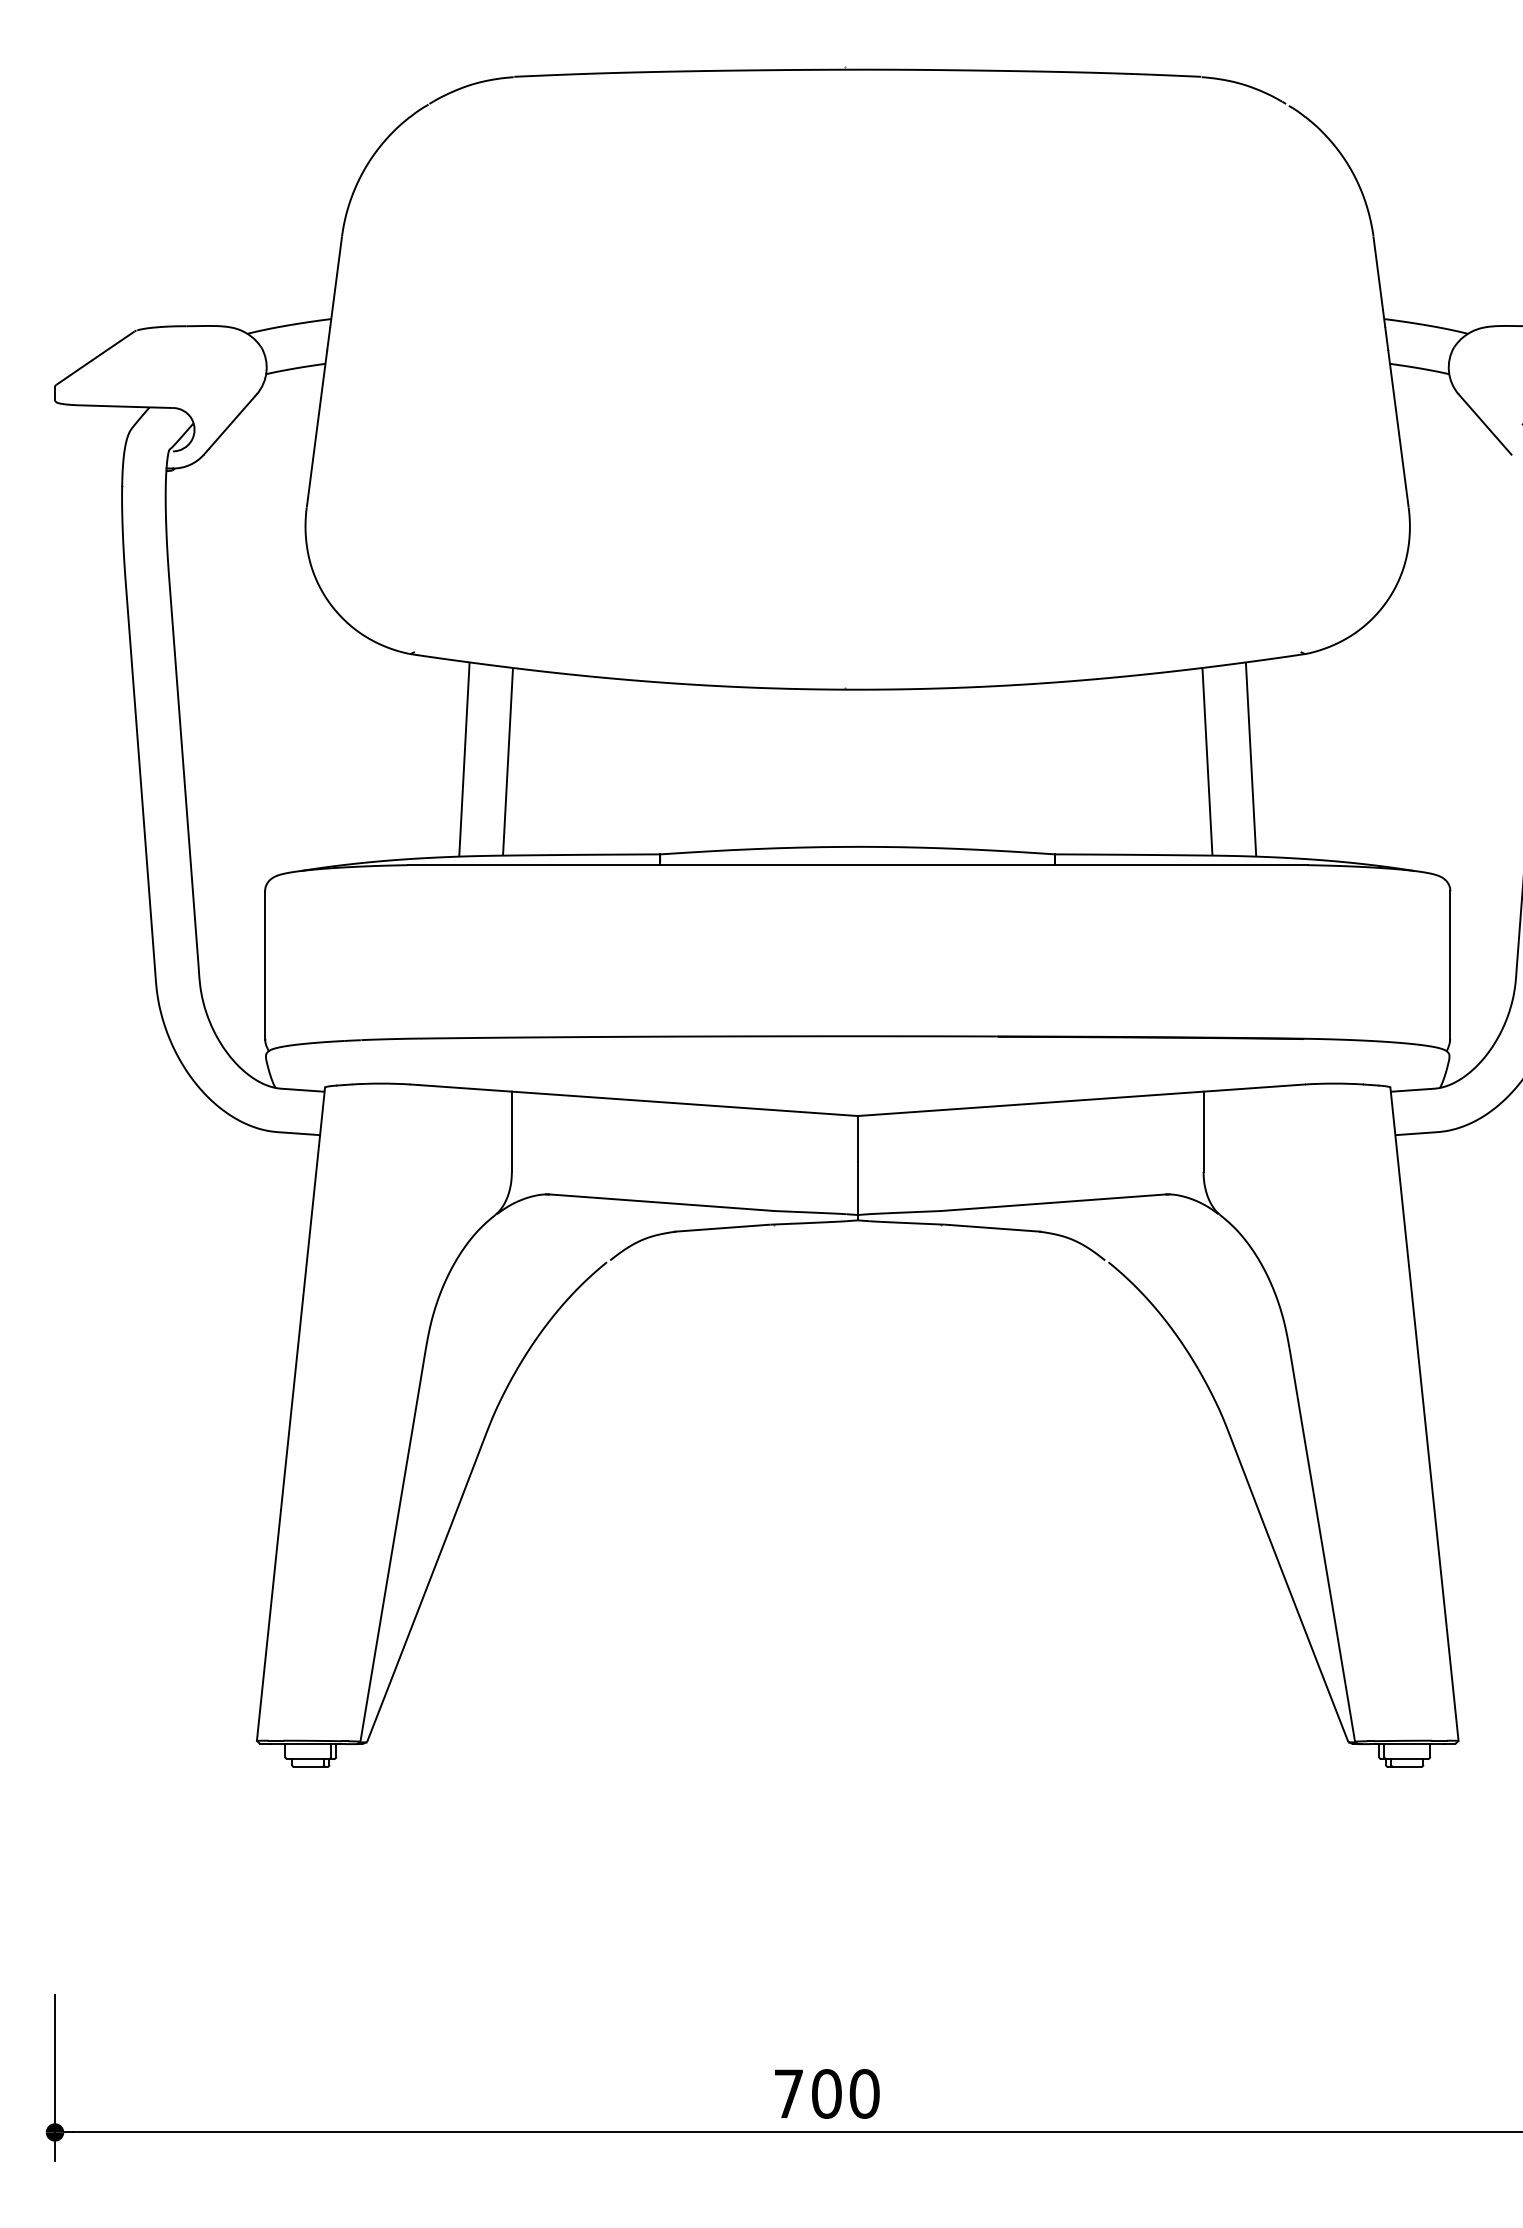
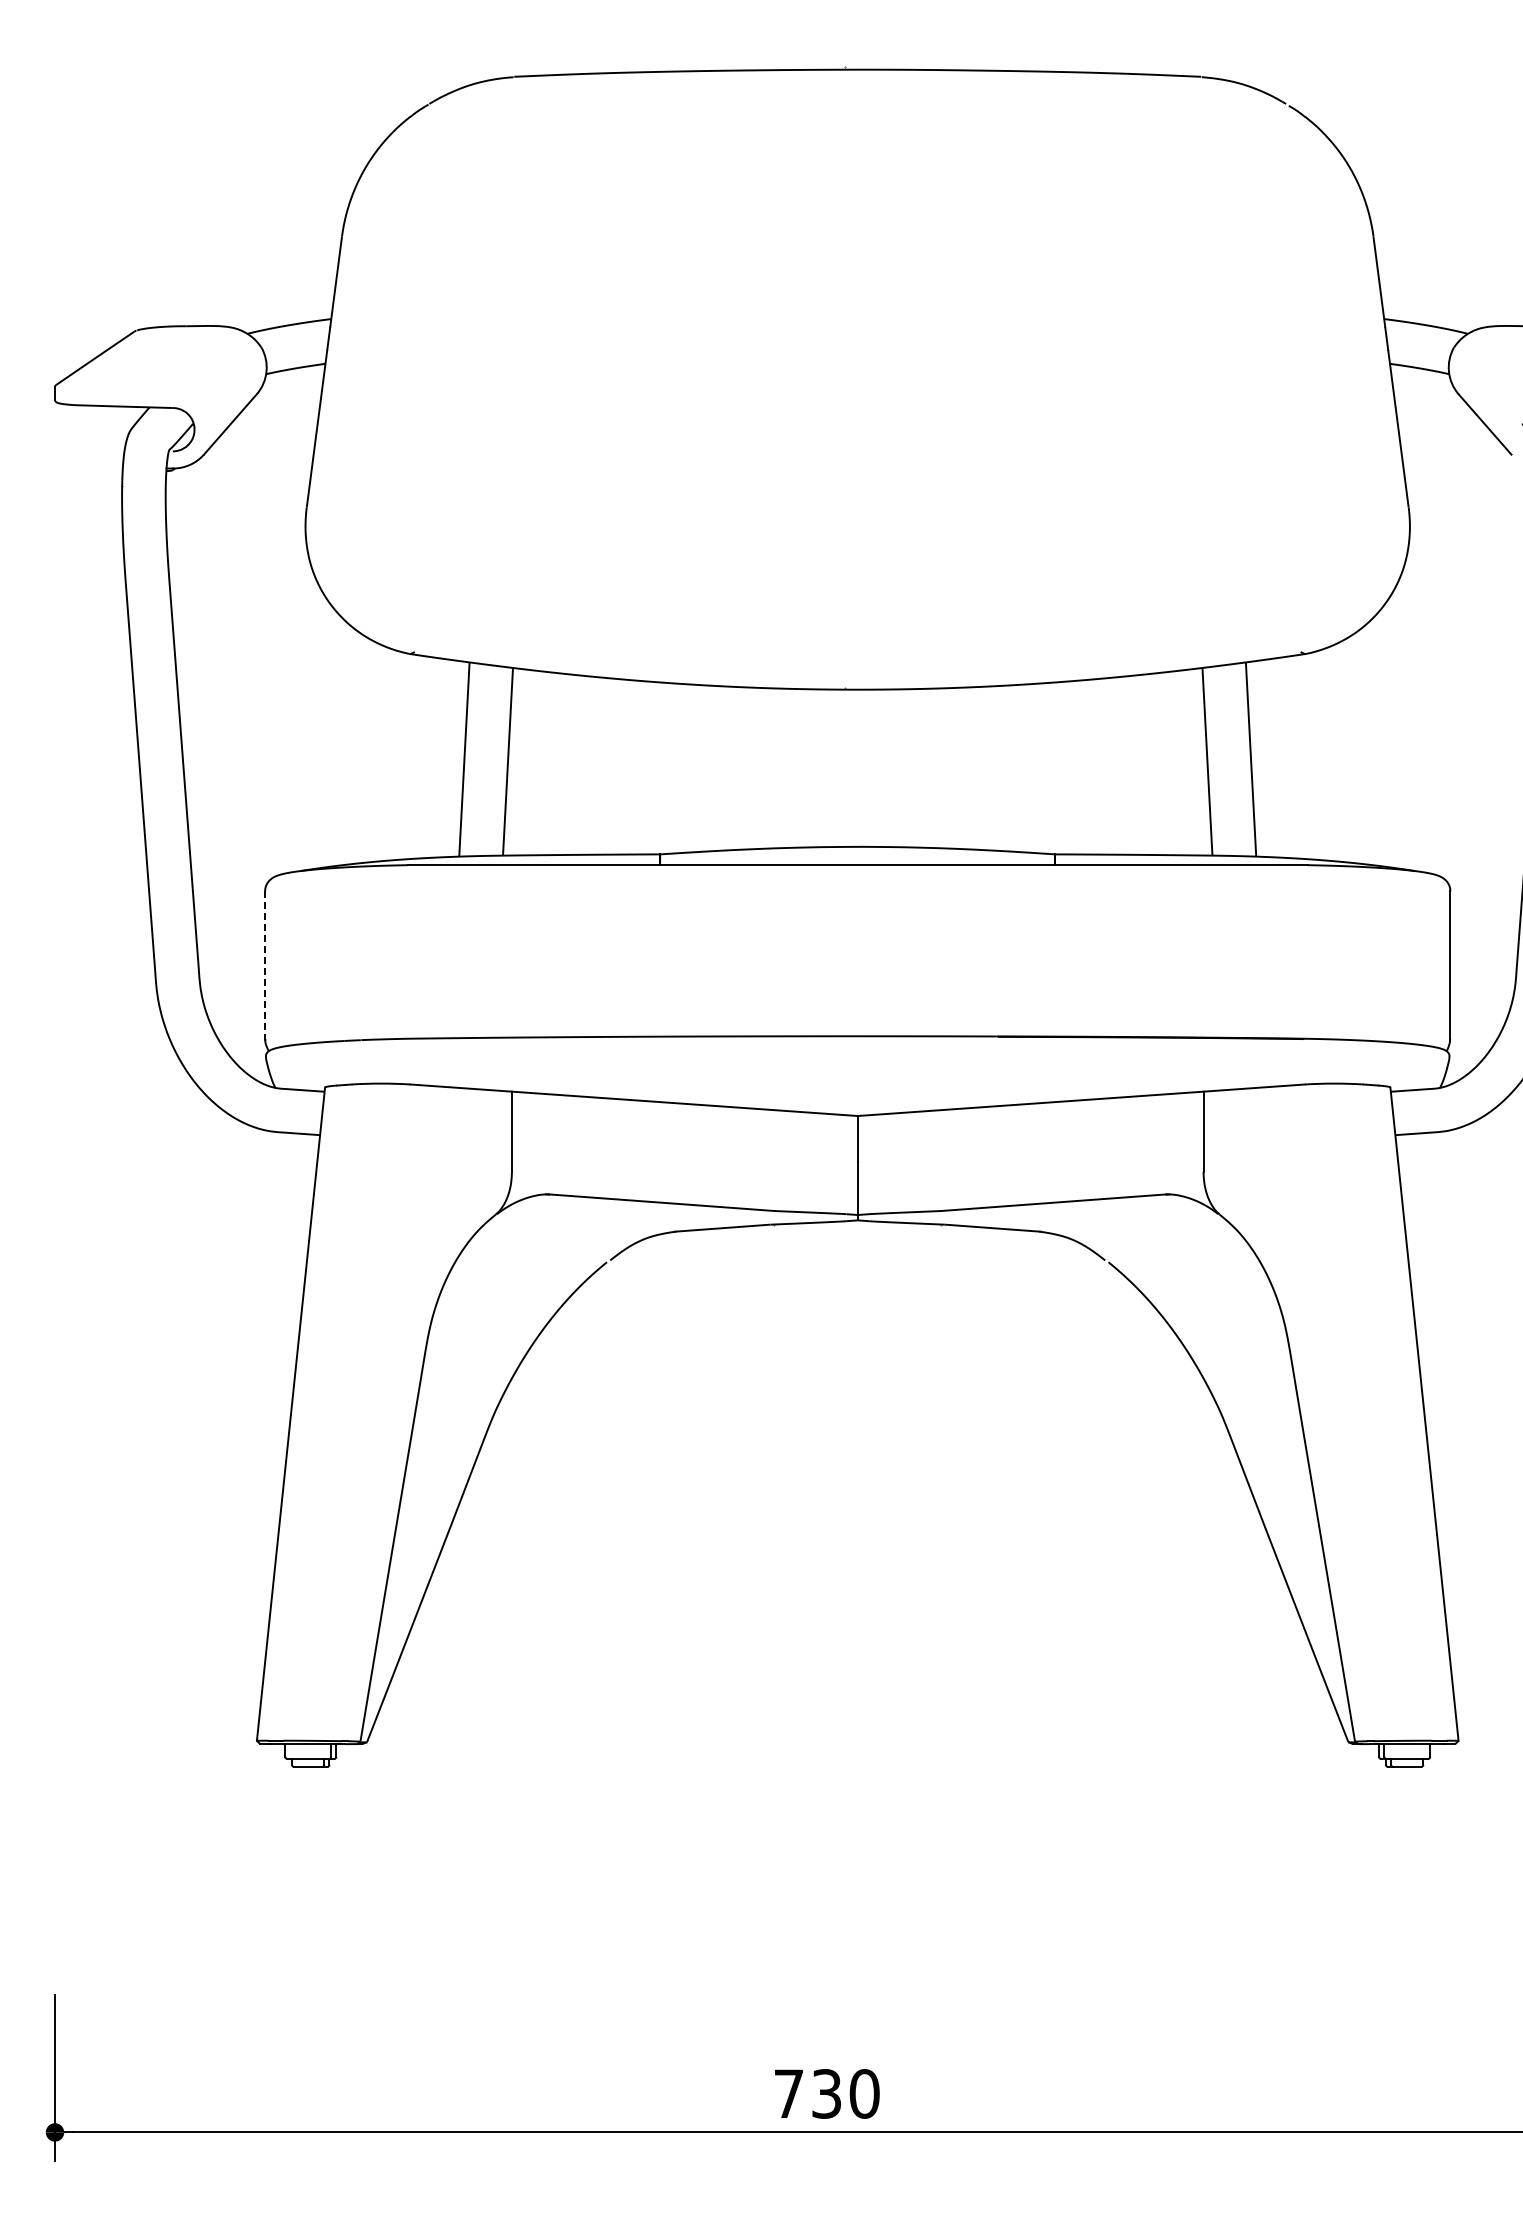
line at (265, 965): solid -> dashed
text at (826, 2093): 700 -> 730
